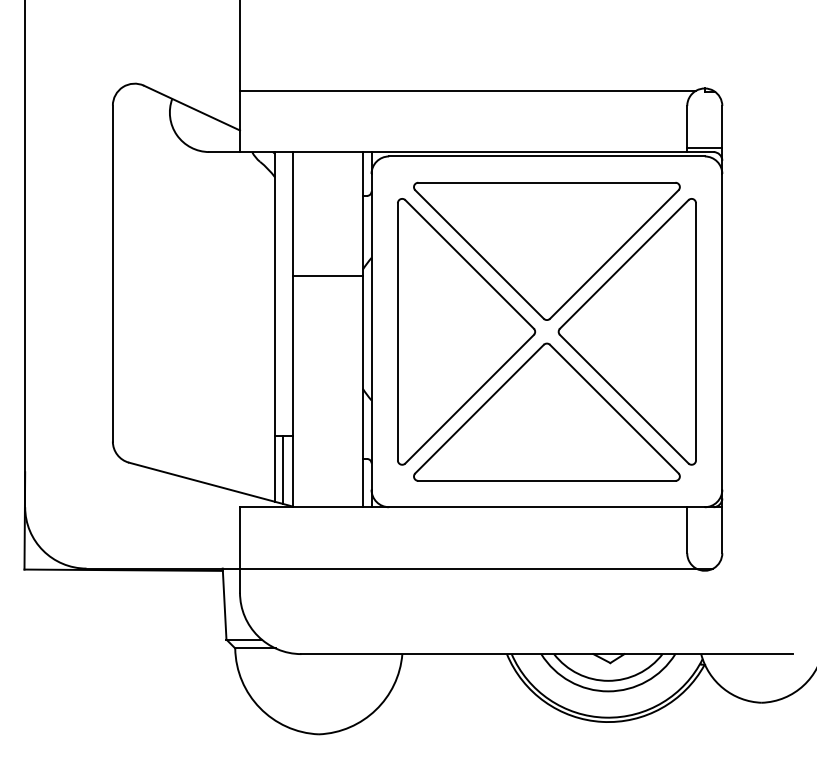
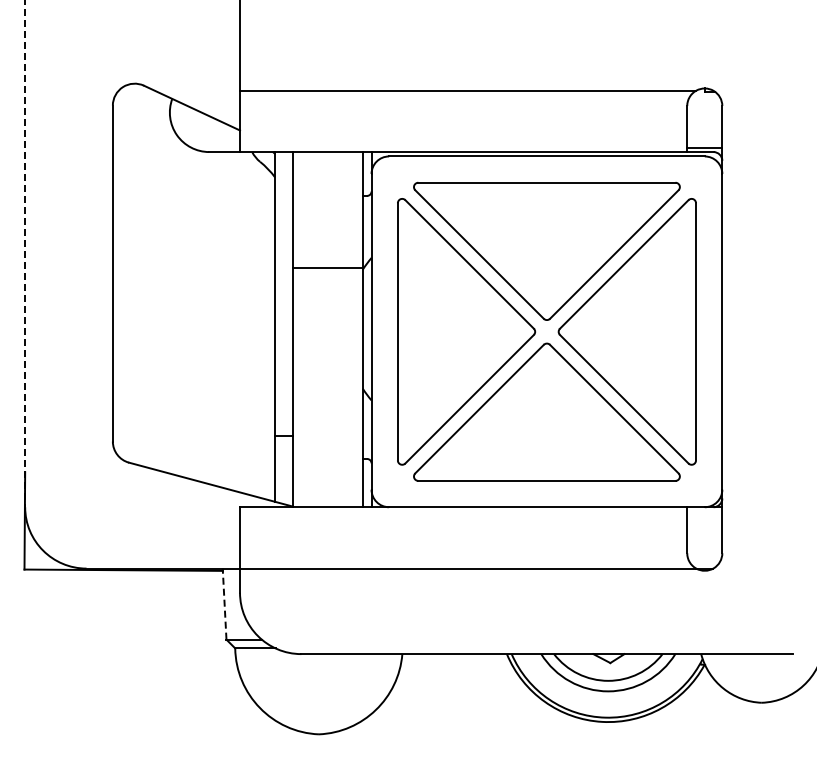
line at (25, 254): solid -> dashed
line at (327, 275) position: (327, 275) -> (327, 267)
line at (282, 469): present -> none
line at (224, 604): solid -> dashed
